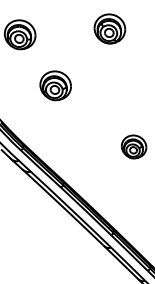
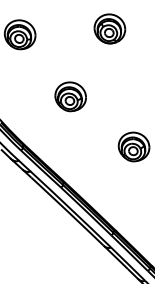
part at (55, 85) position: (55, 85) -> (70, 96)
part at (133, 146) size: 28x26 px -> 34x32 px
